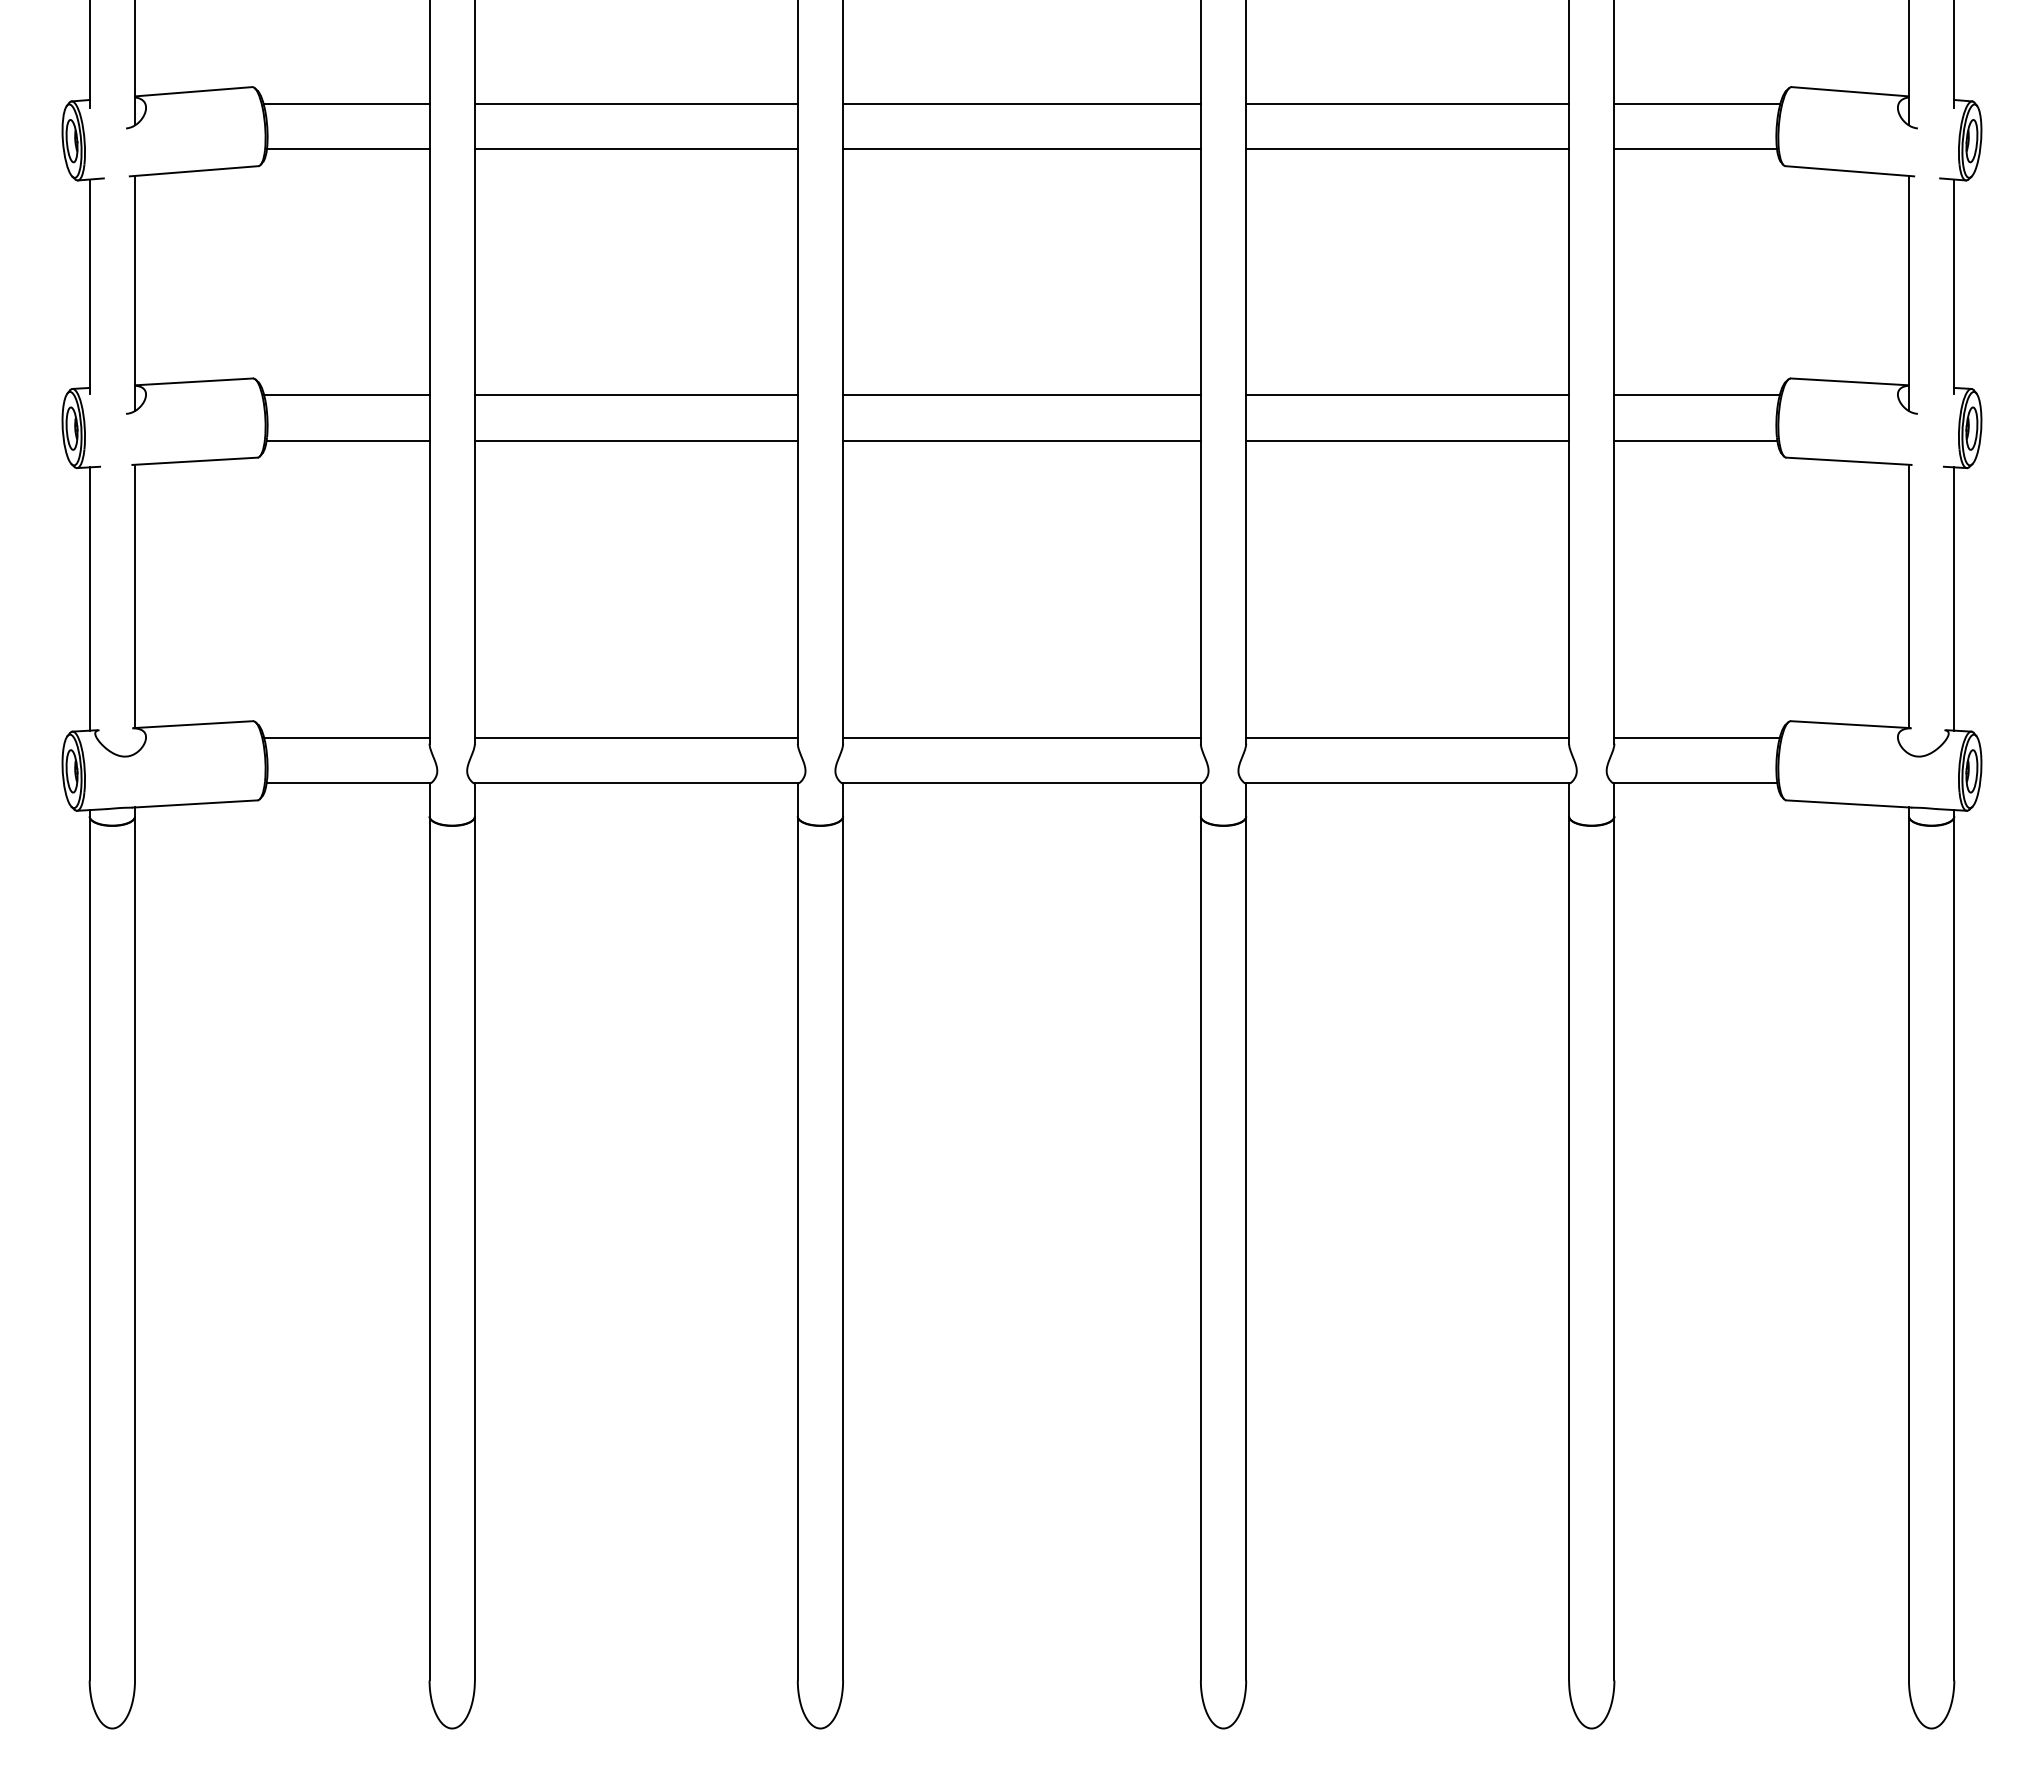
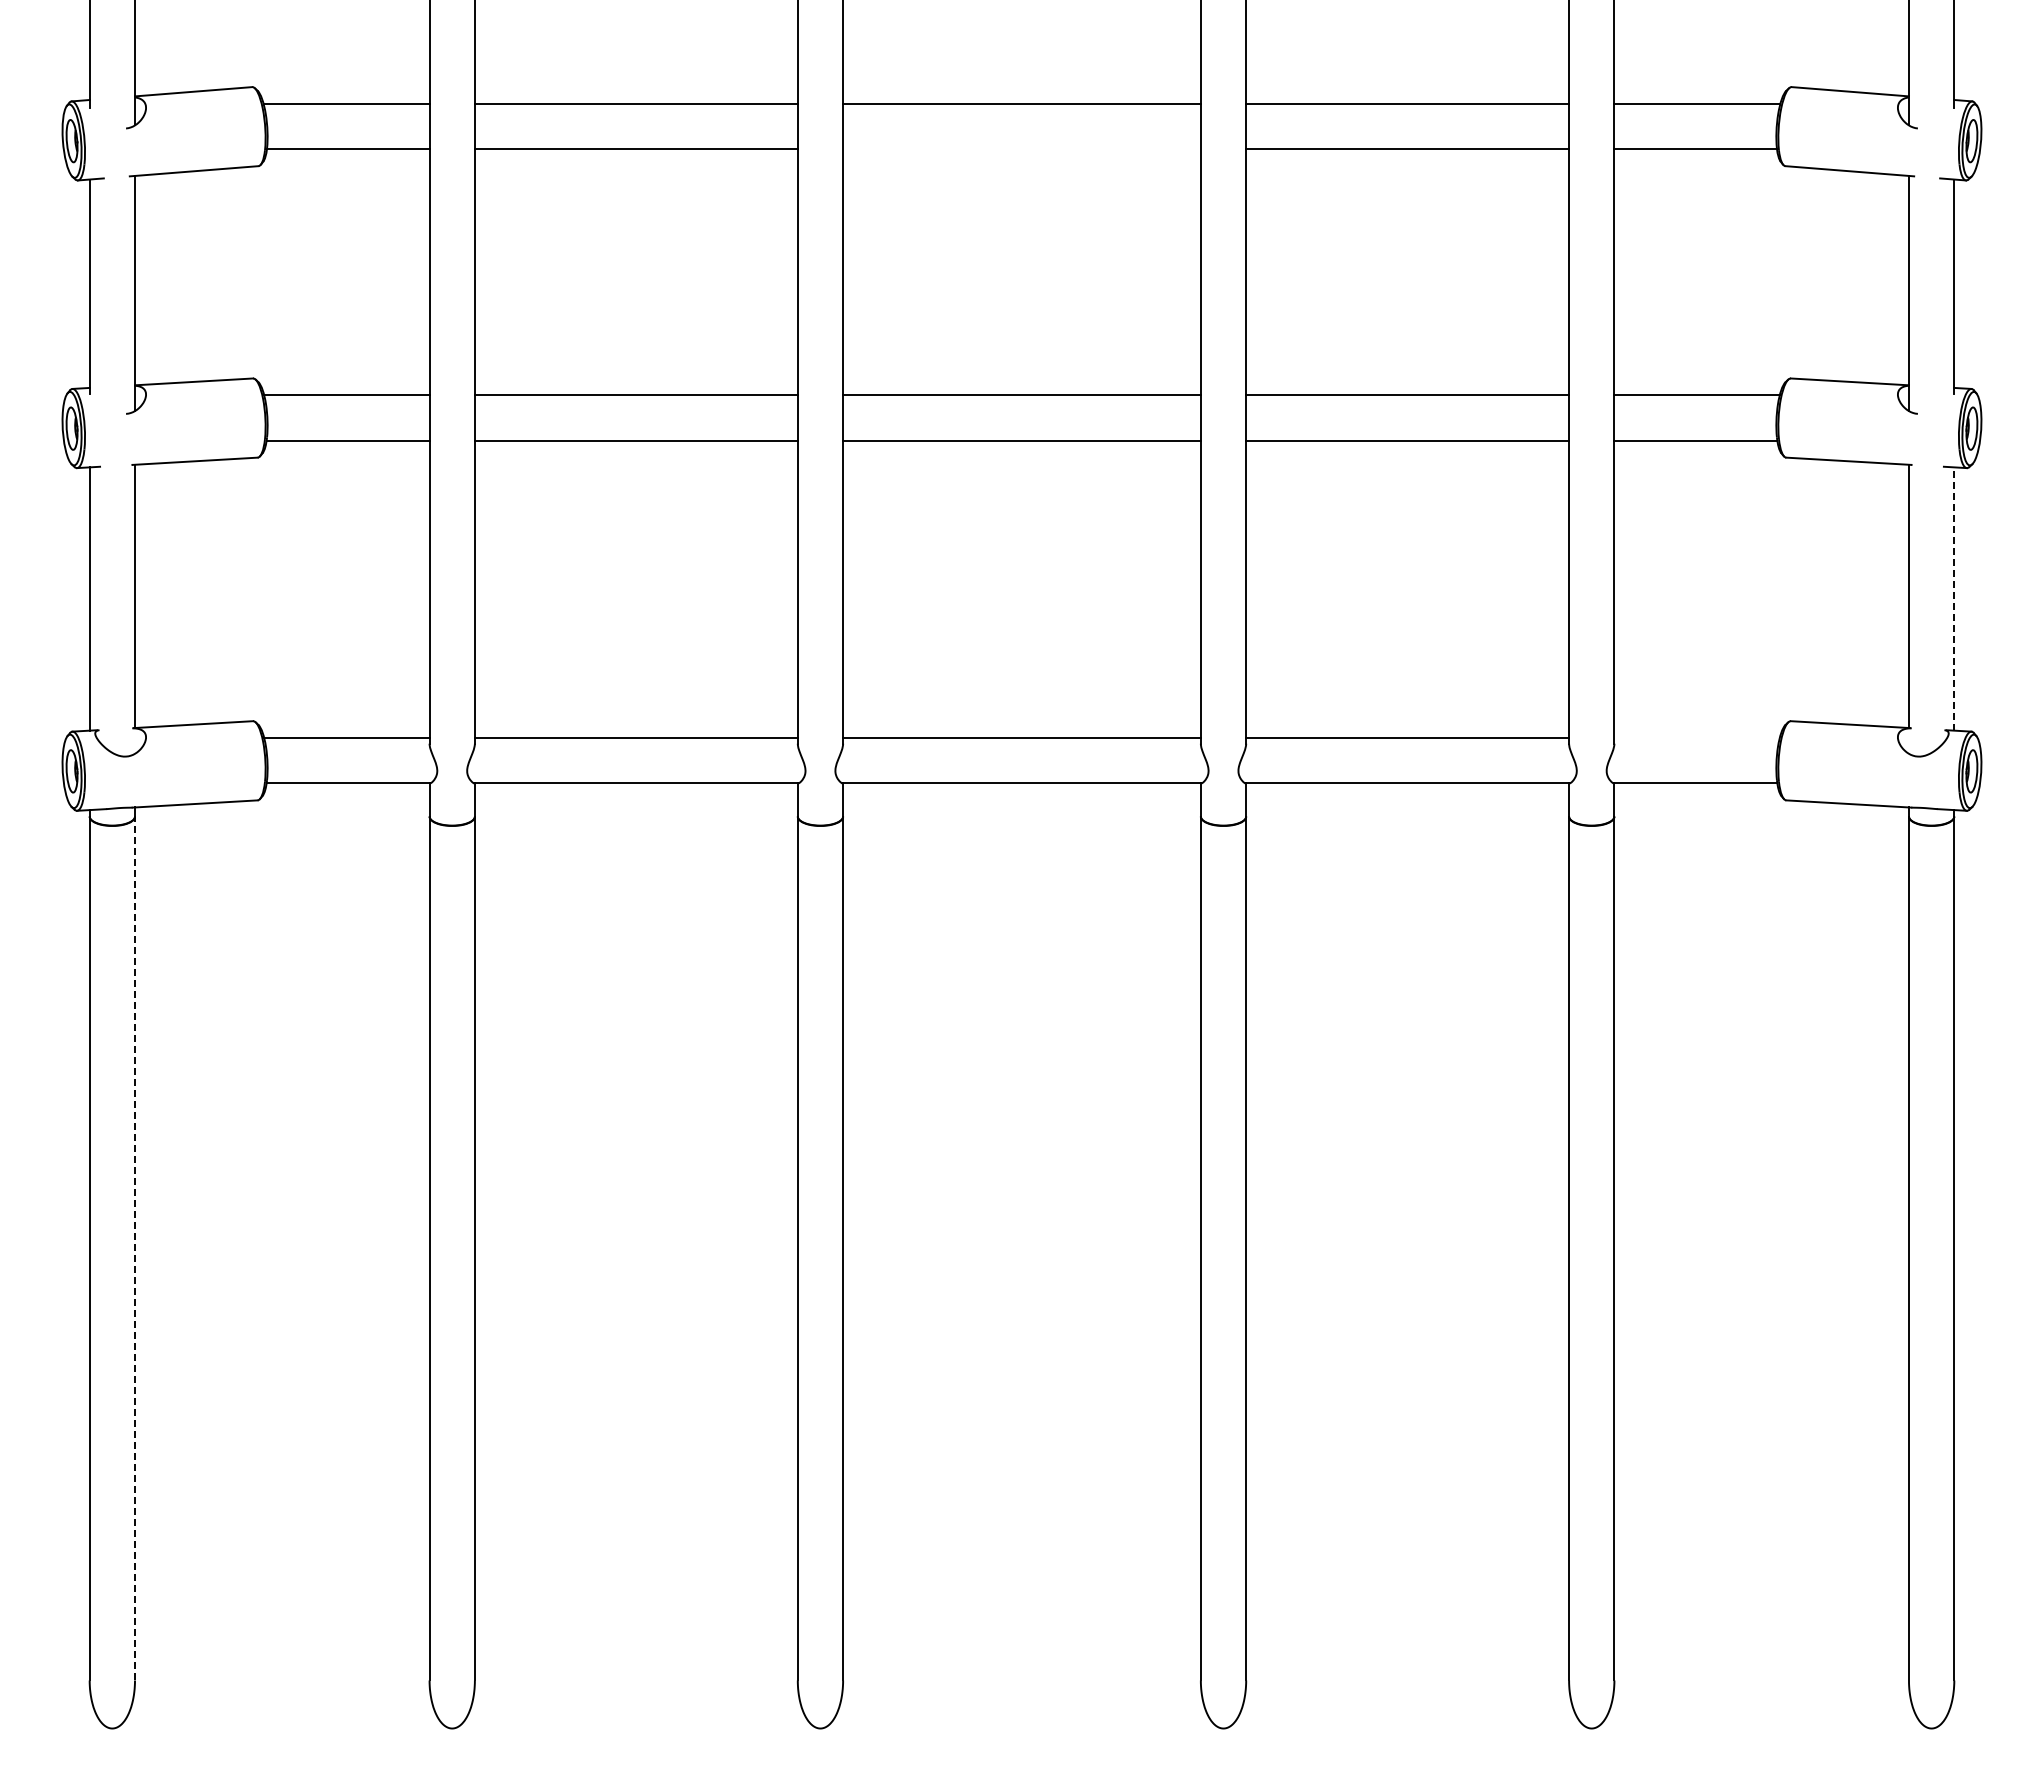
line at (1021, 149): present -> none
line at (1954, 599): solid -> dashed
line at (1696, 738): present -> none
line at (135, 1248): solid -> dashed
